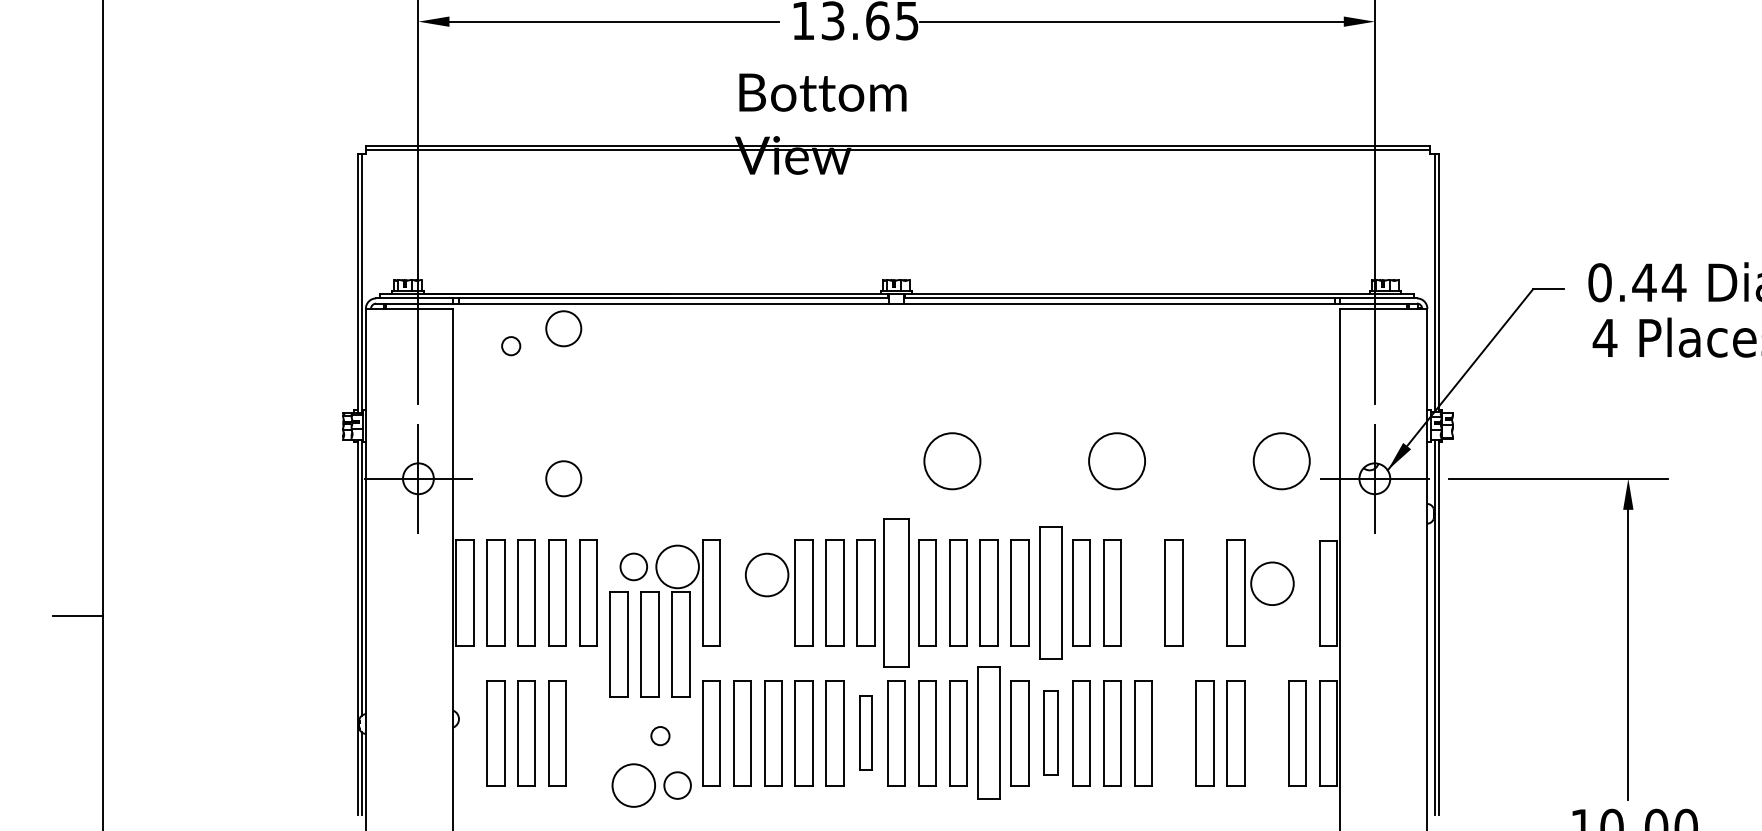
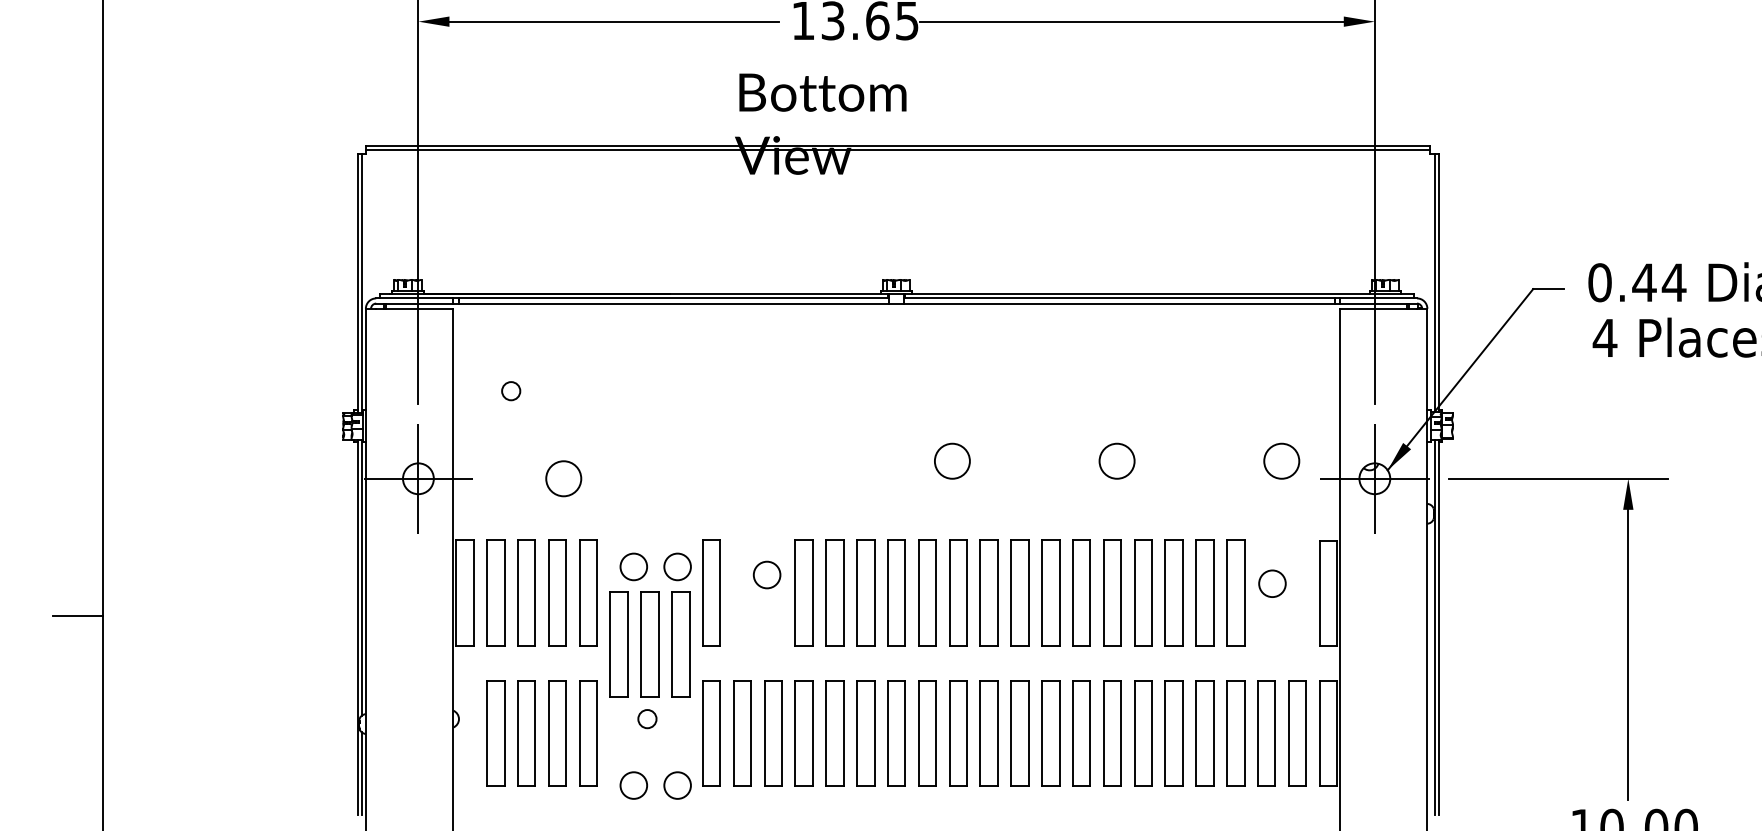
circle at (563, 328): present -> none
circle at (511, 346) position: (511, 346) -> (511, 391)
circle at (952, 461) diameter: 56 px -> 35 px
circle at (1117, 461) diameter: 56 px -> 35 px
circle at (1281, 461) diameter: 56 px -> 35 px
circle at (677, 566) diameter: 43 px -> 27 px
circle at (766, 574) diameter: 43 px -> 27 px
circle at (1272, 583) diameter: 43 px -> 27 px
part at (896, 592) size: 27x150 px -> 19x108 px
part at (1050, 592) size: 24x134 px -> 20x108 px
part at (1143, 592): none -> present
part at (1204, 592): none -> present
part at (865, 732) size: 14x76 px -> 20x107 px
part at (988, 732) size: 24x134 px -> 20x107 px
part at (1050, 732) size: 16x86 px -> 20x107 px
part at (588, 733): none -> present
part at (1173, 733): none -> present
part at (1266, 733): none -> present
circle at (660, 736) position: (660, 736) -> (647, 719)
circle at (633, 785) diameter: 43 px -> 27 px
